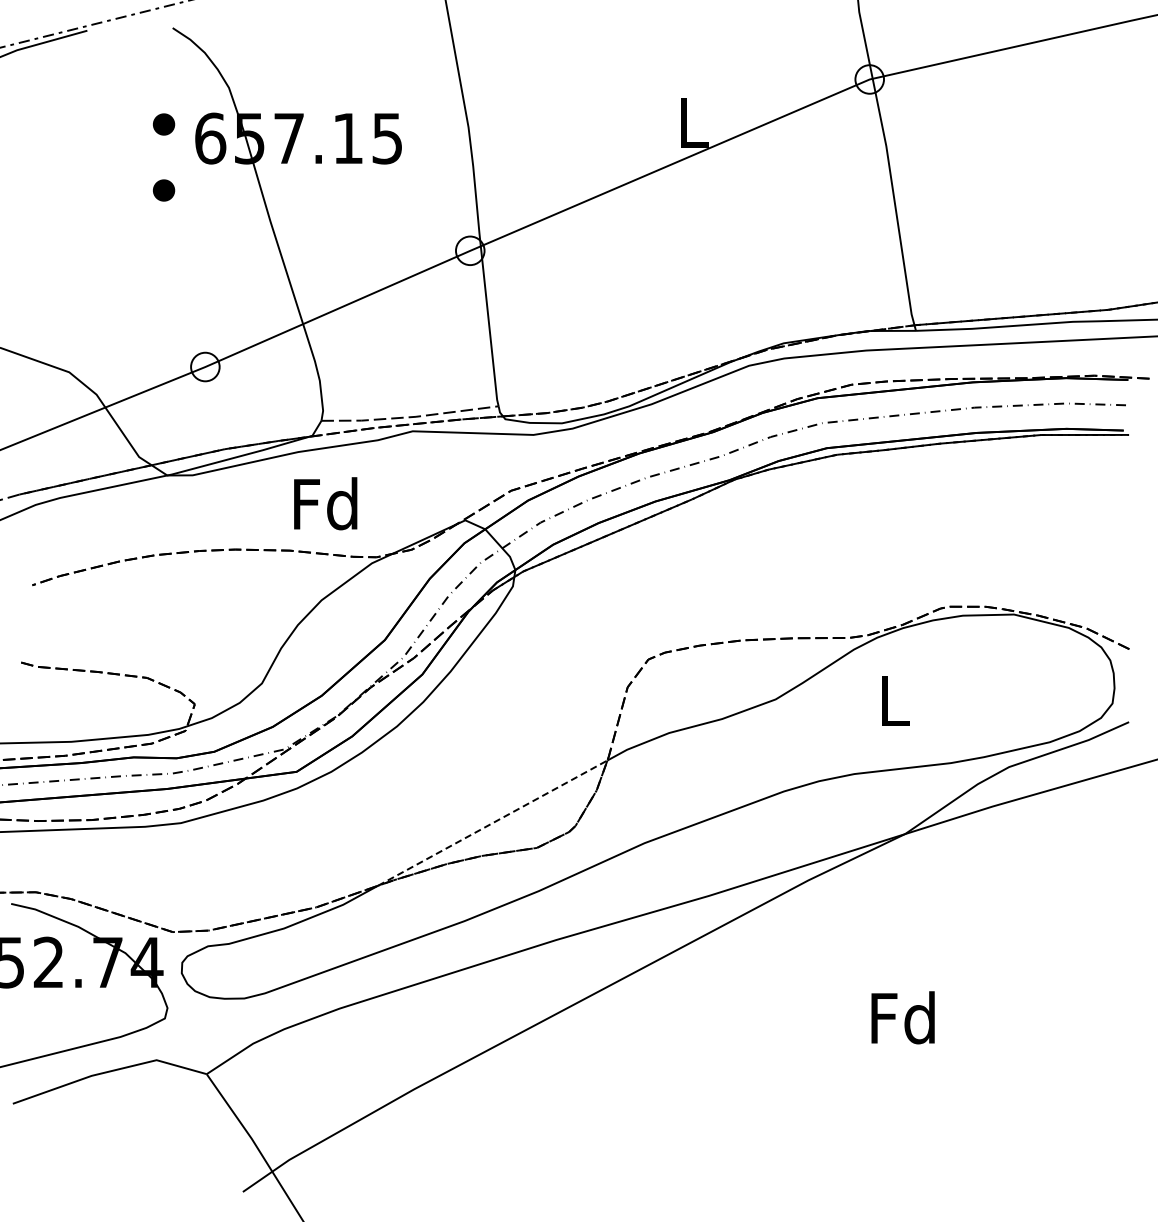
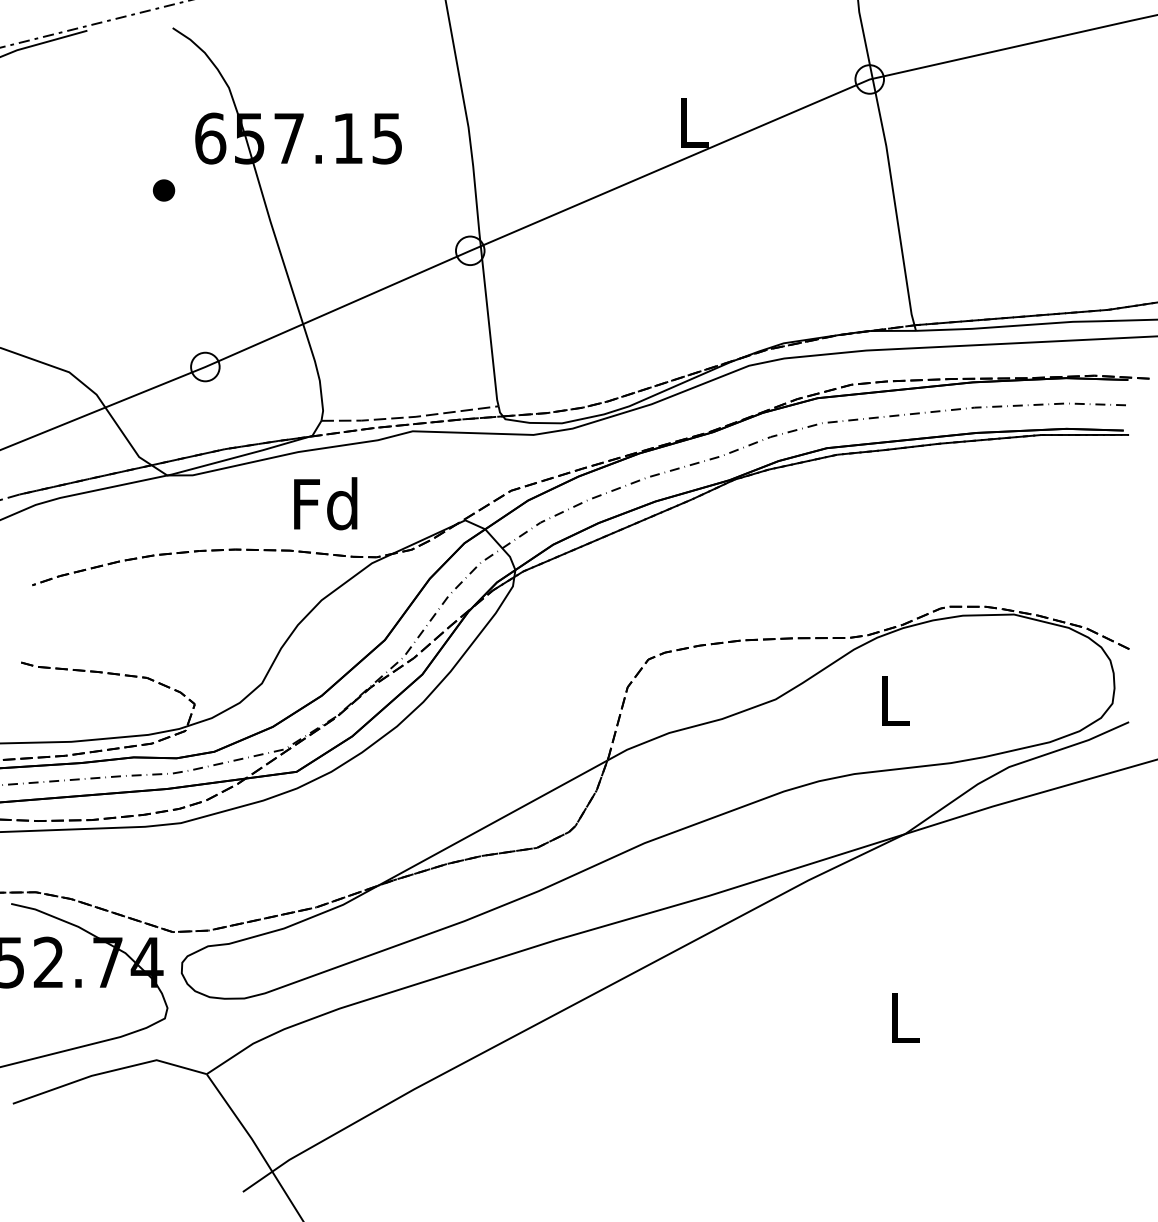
part at (164, 124): present -> none
line at (492, 823): dashed -> solid
text at (902, 1017): Fd -> L
